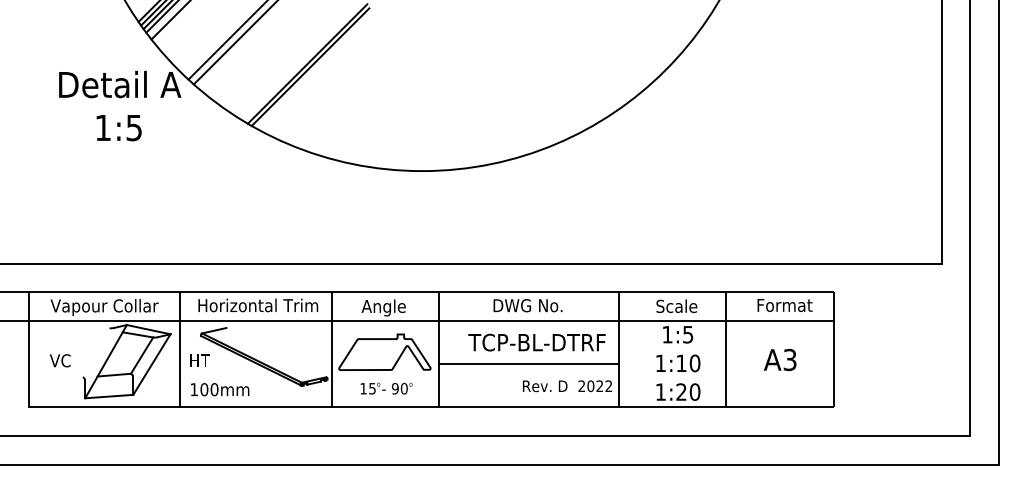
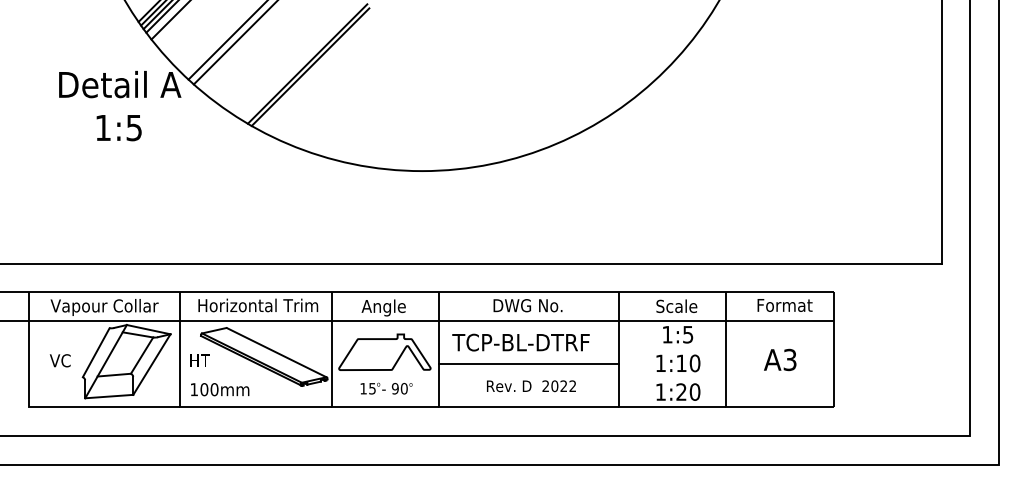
text at (536, 342) position: (536, 342) -> (520, 342)
line at (95, 352): none -> present
line at (276, 352): none -> present
text at (567, 386) position: (567, 386) -> (531, 386)
